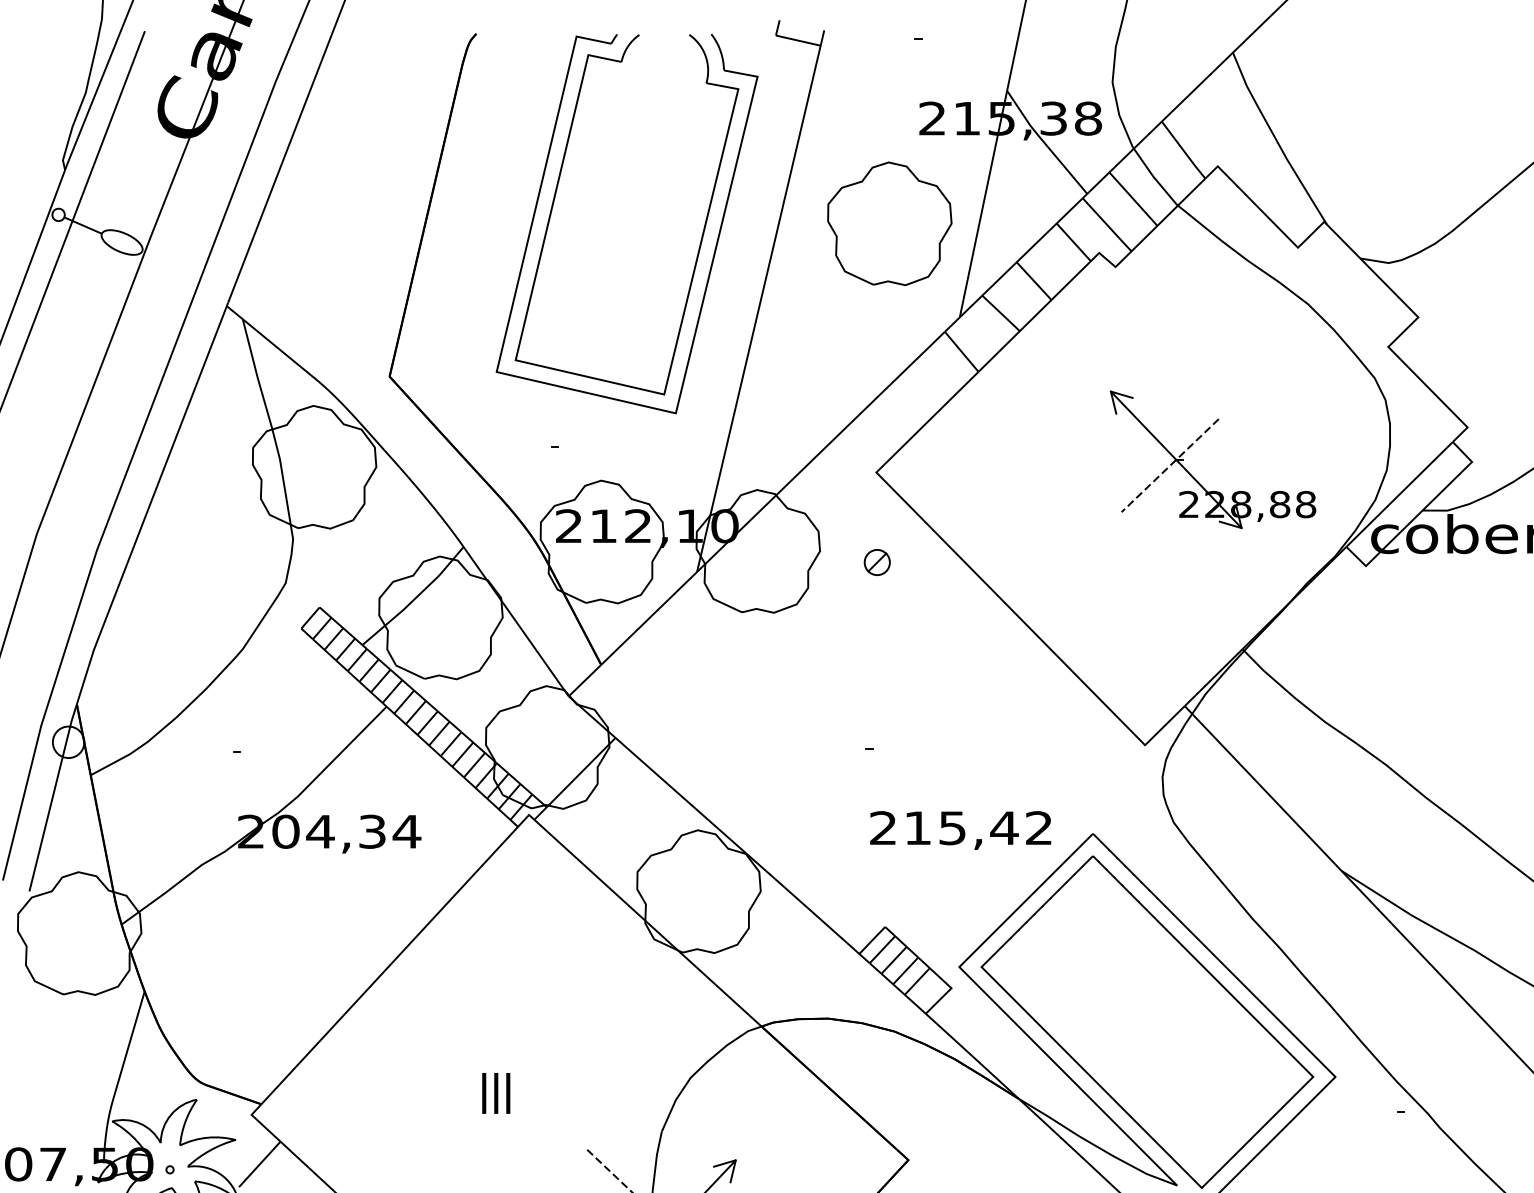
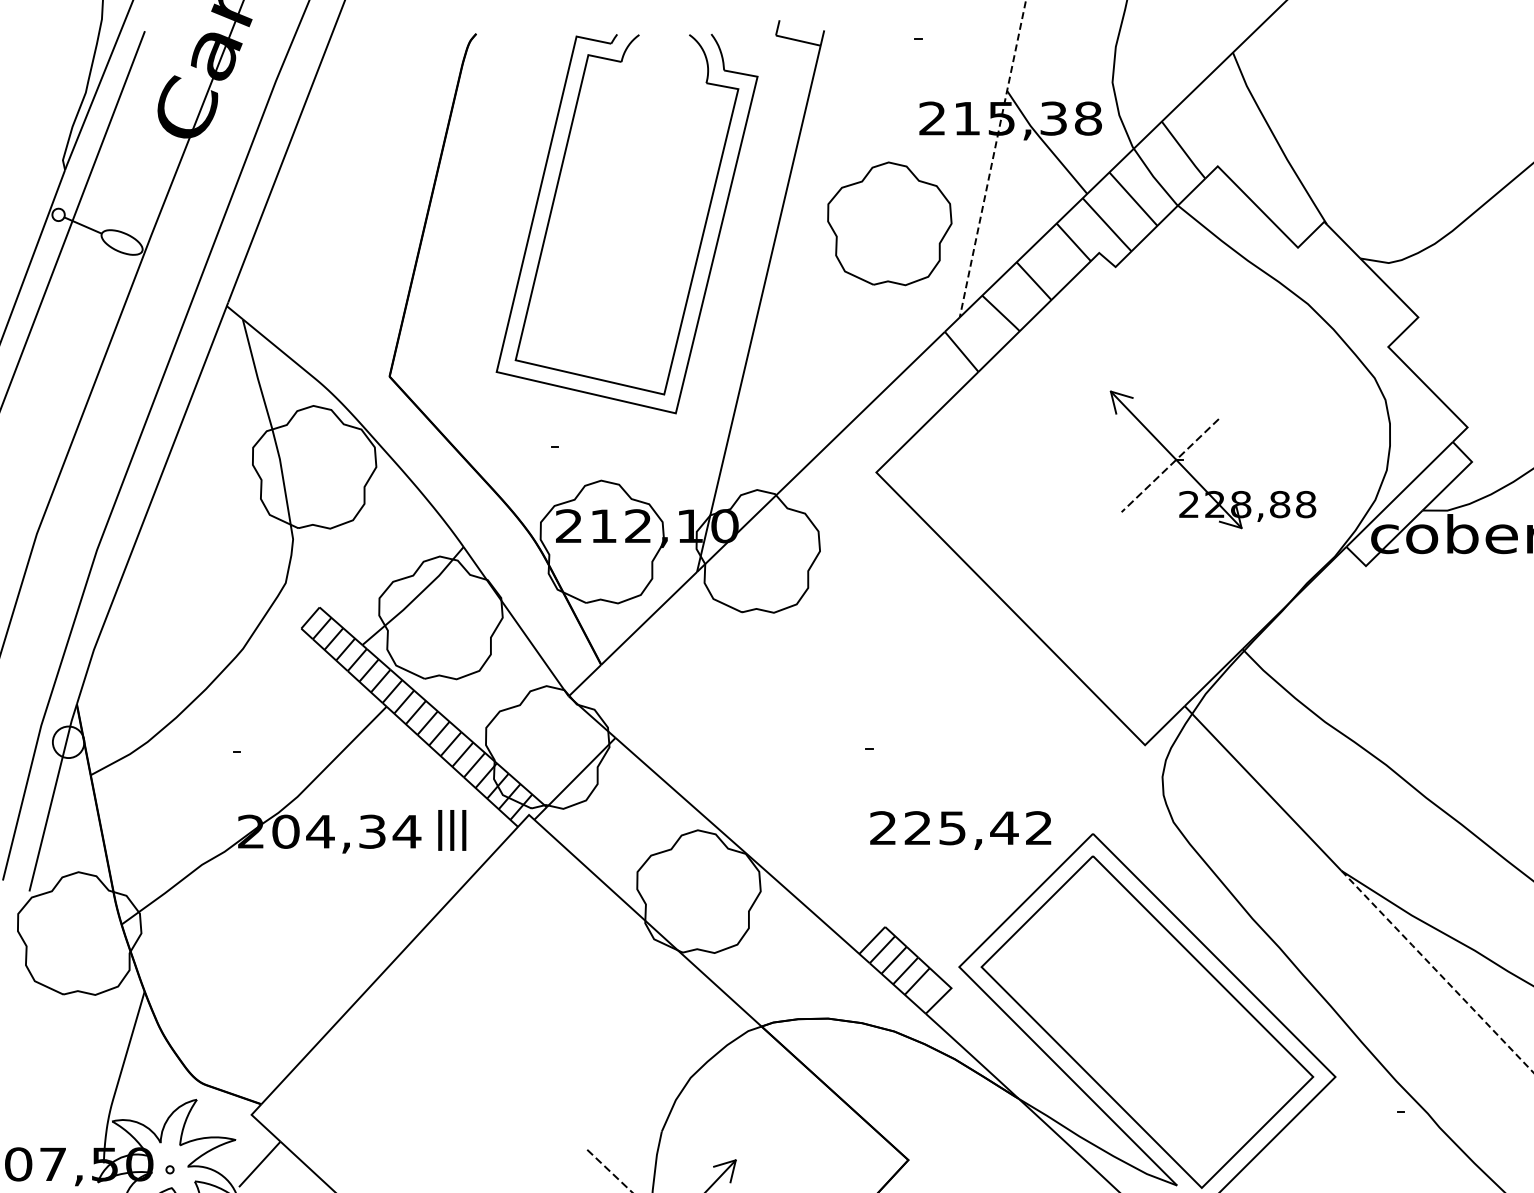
line at (993, 158): solid -> dashed
part at (876, 562): present -> none
text at (917, 827): 215,42 -> 225,42
line at (1437, 971): solid -> dashed
text at (496, 1093) position: (496, 1093) -> (452, 830)
